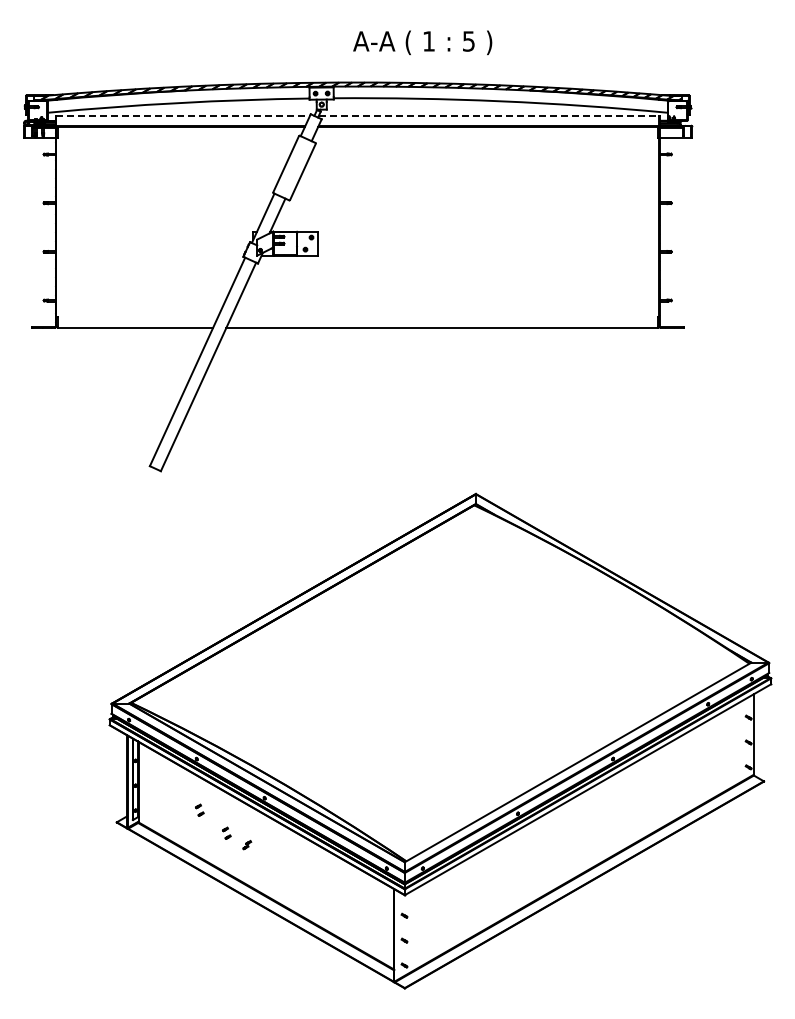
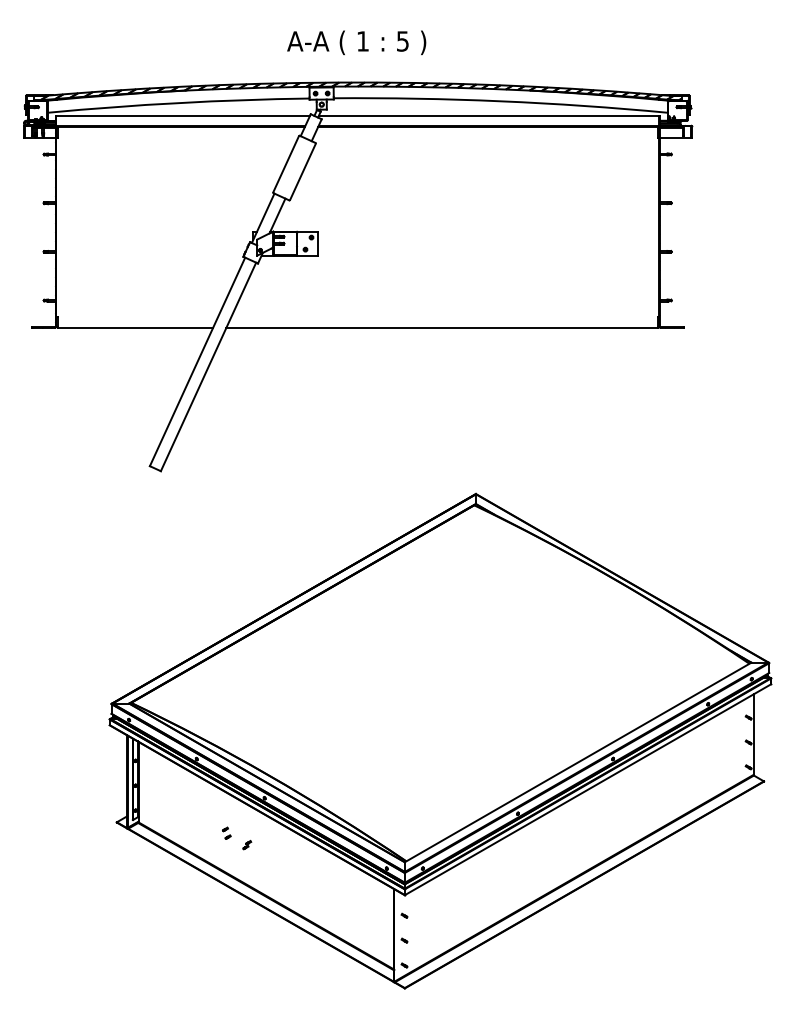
text at (422, 42) position: (422, 42) -> (356, 42)
line at (183, 116): dashed -> solid
line at (489, 116): dashed -> solid
part at (199, 809): present -> none
